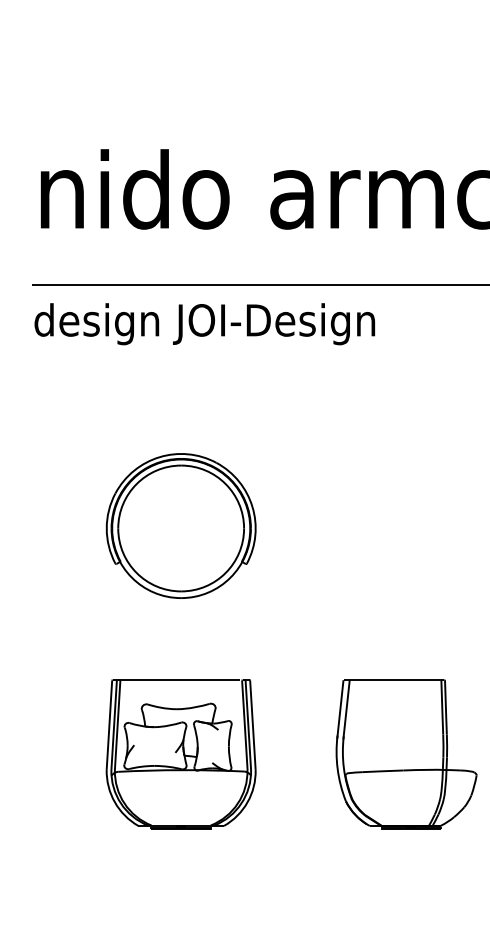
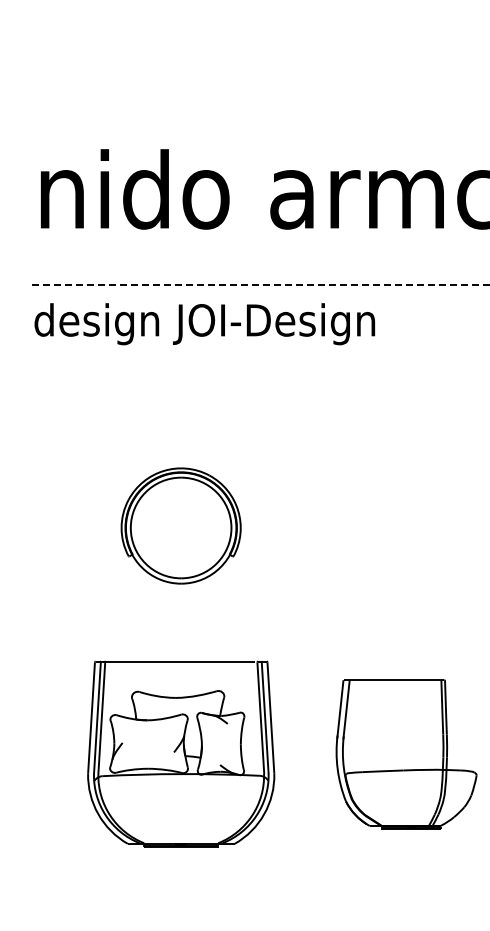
line at (261, 284): solid -> dashed
part at (180, 525) size: 152x146 px -> 122x118 px
part at (180, 754) size: 152x151 px -> 189x188 px
